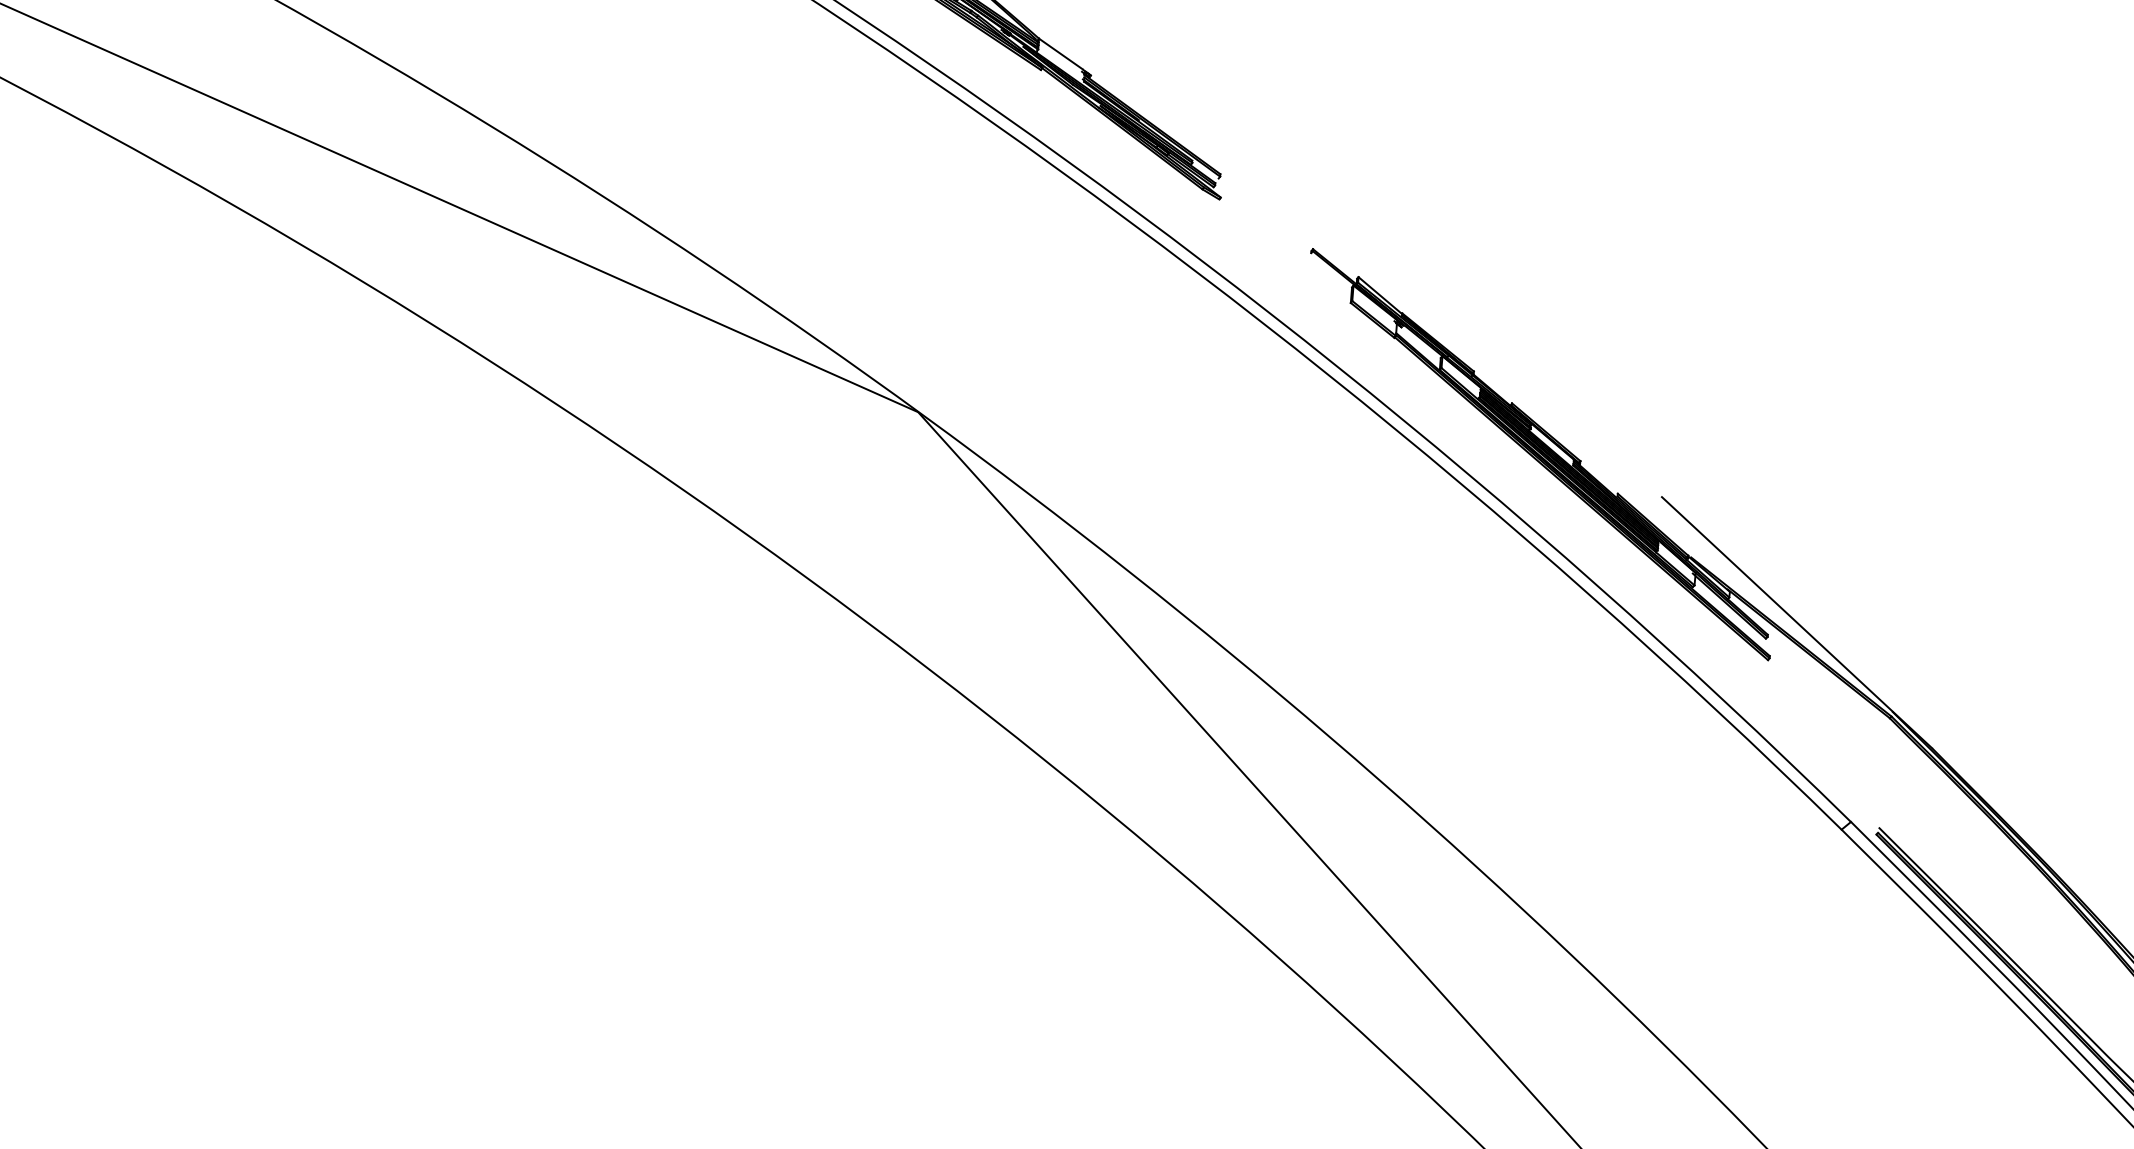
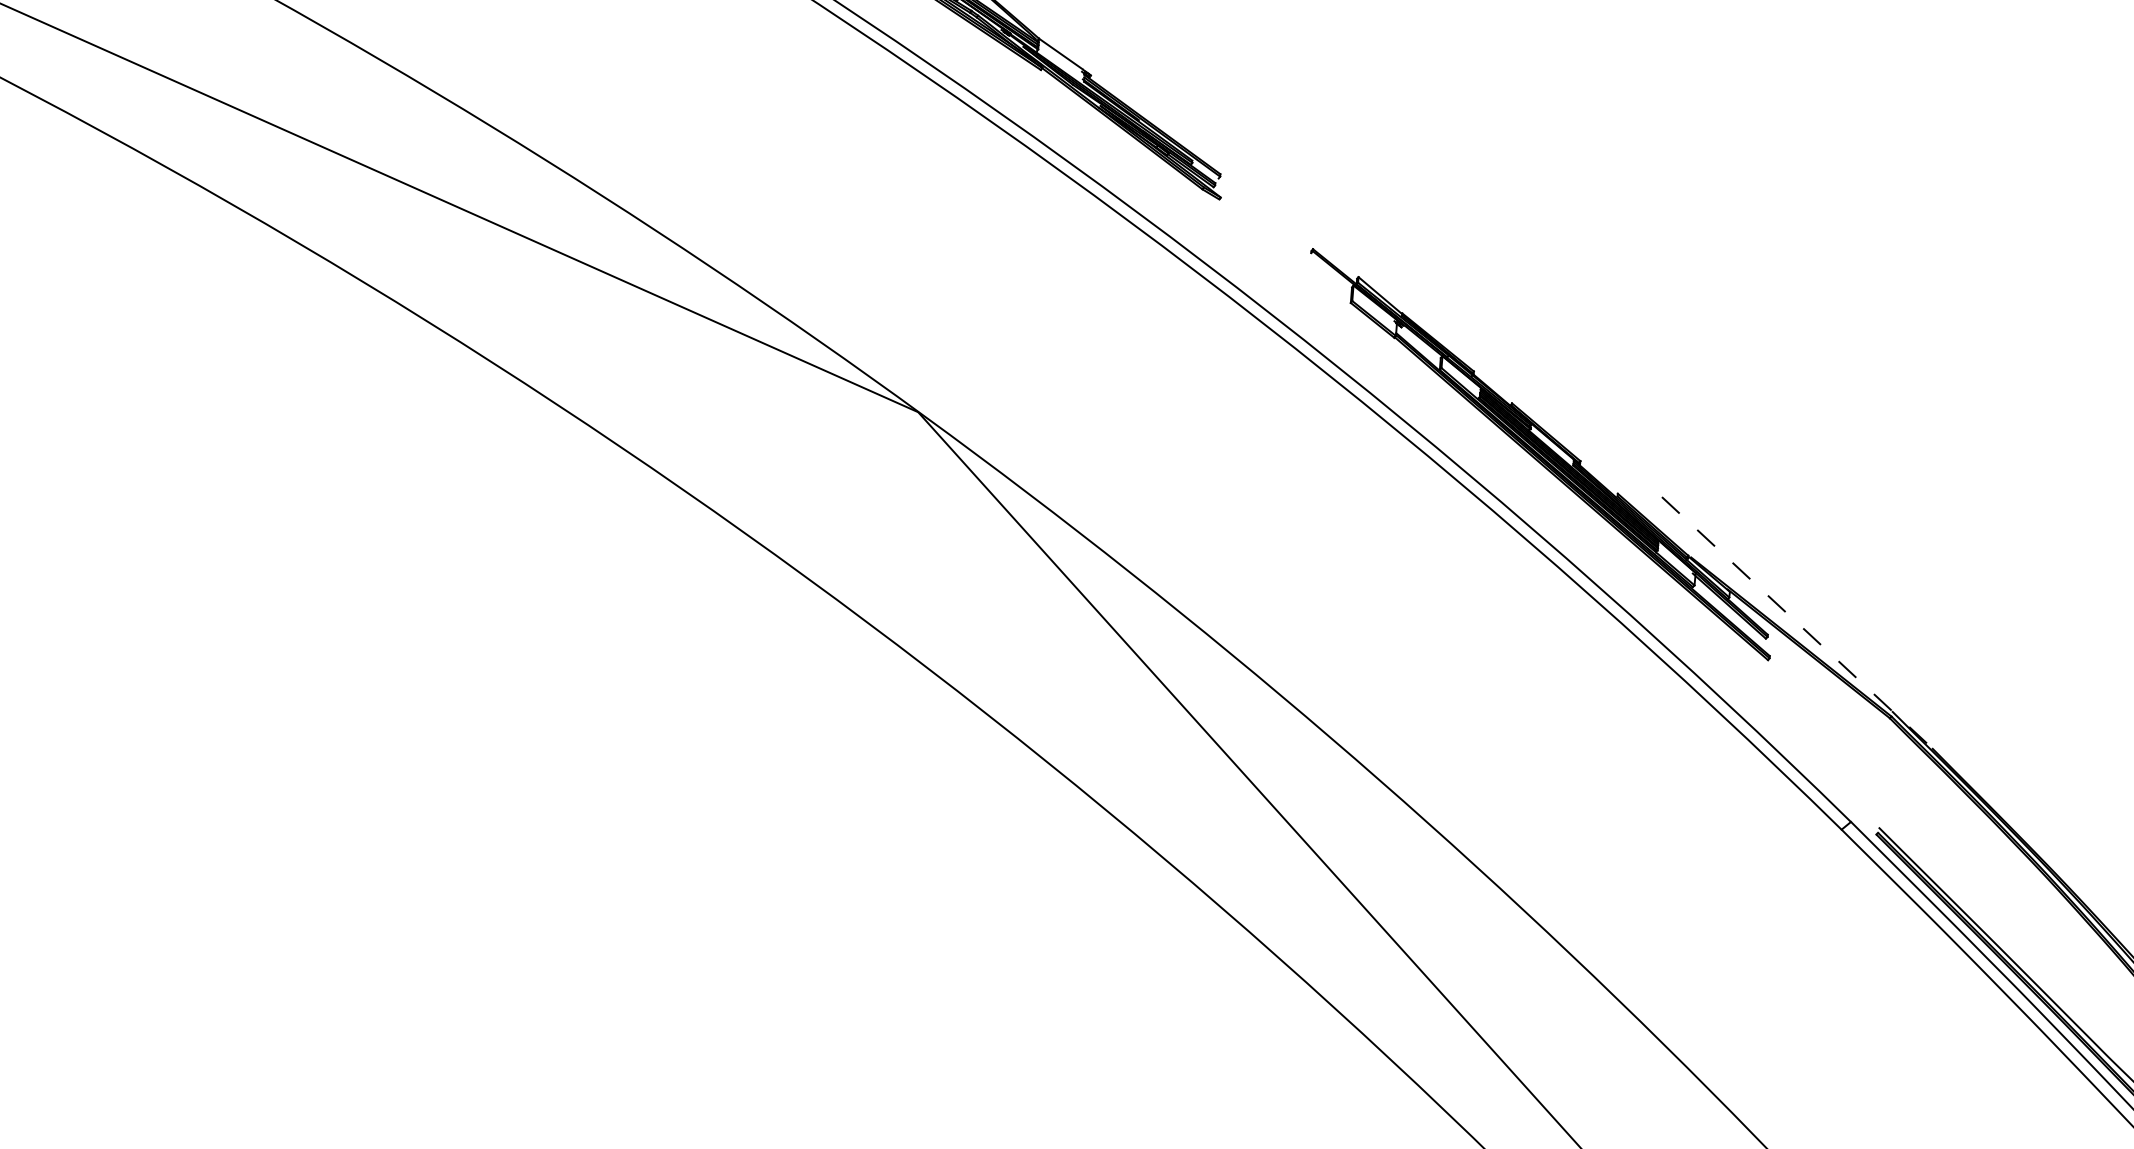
line at (1797, 622): solid -> dashed
